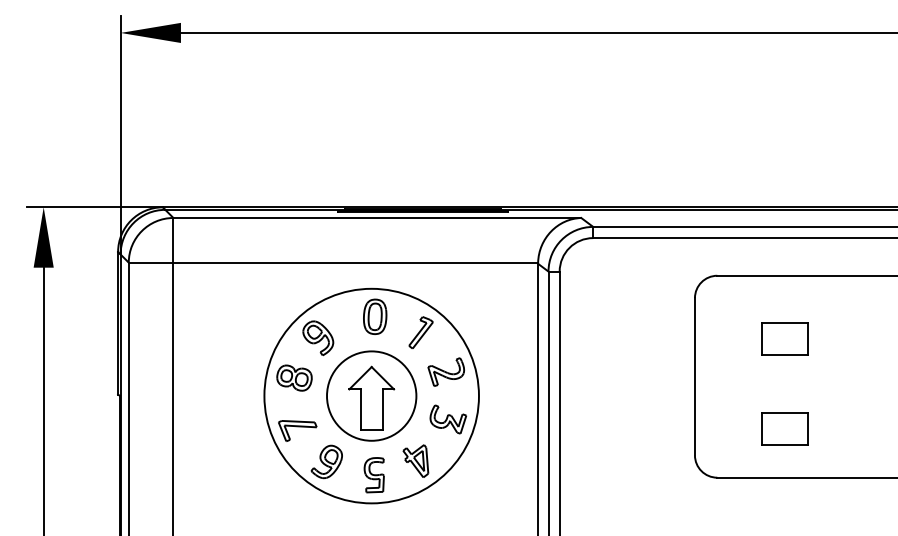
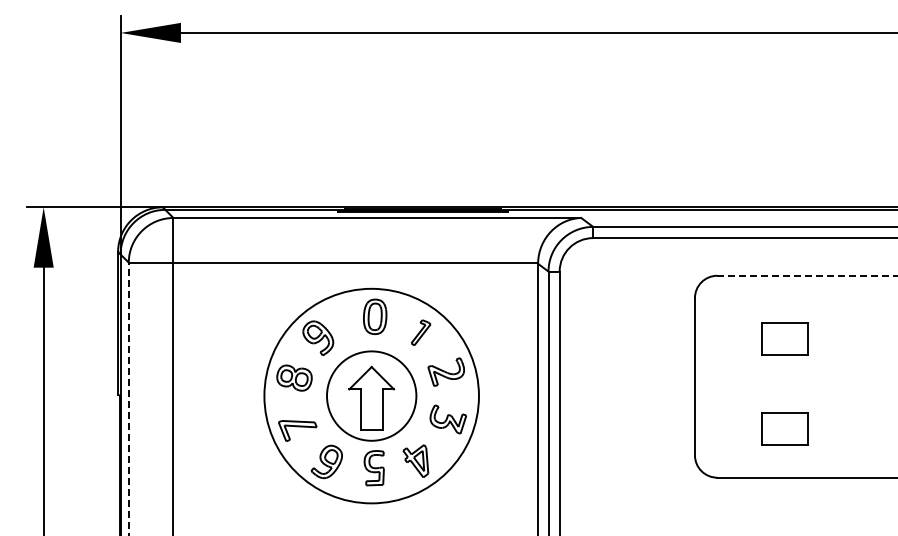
line at (807, 275): solid -> dashed
part at (420, 332) size: 26x34 px -> 21x27 px
line at (128, 398): solid -> dashed
part at (373, 475) position: (373, 475) -> (373, 468)
